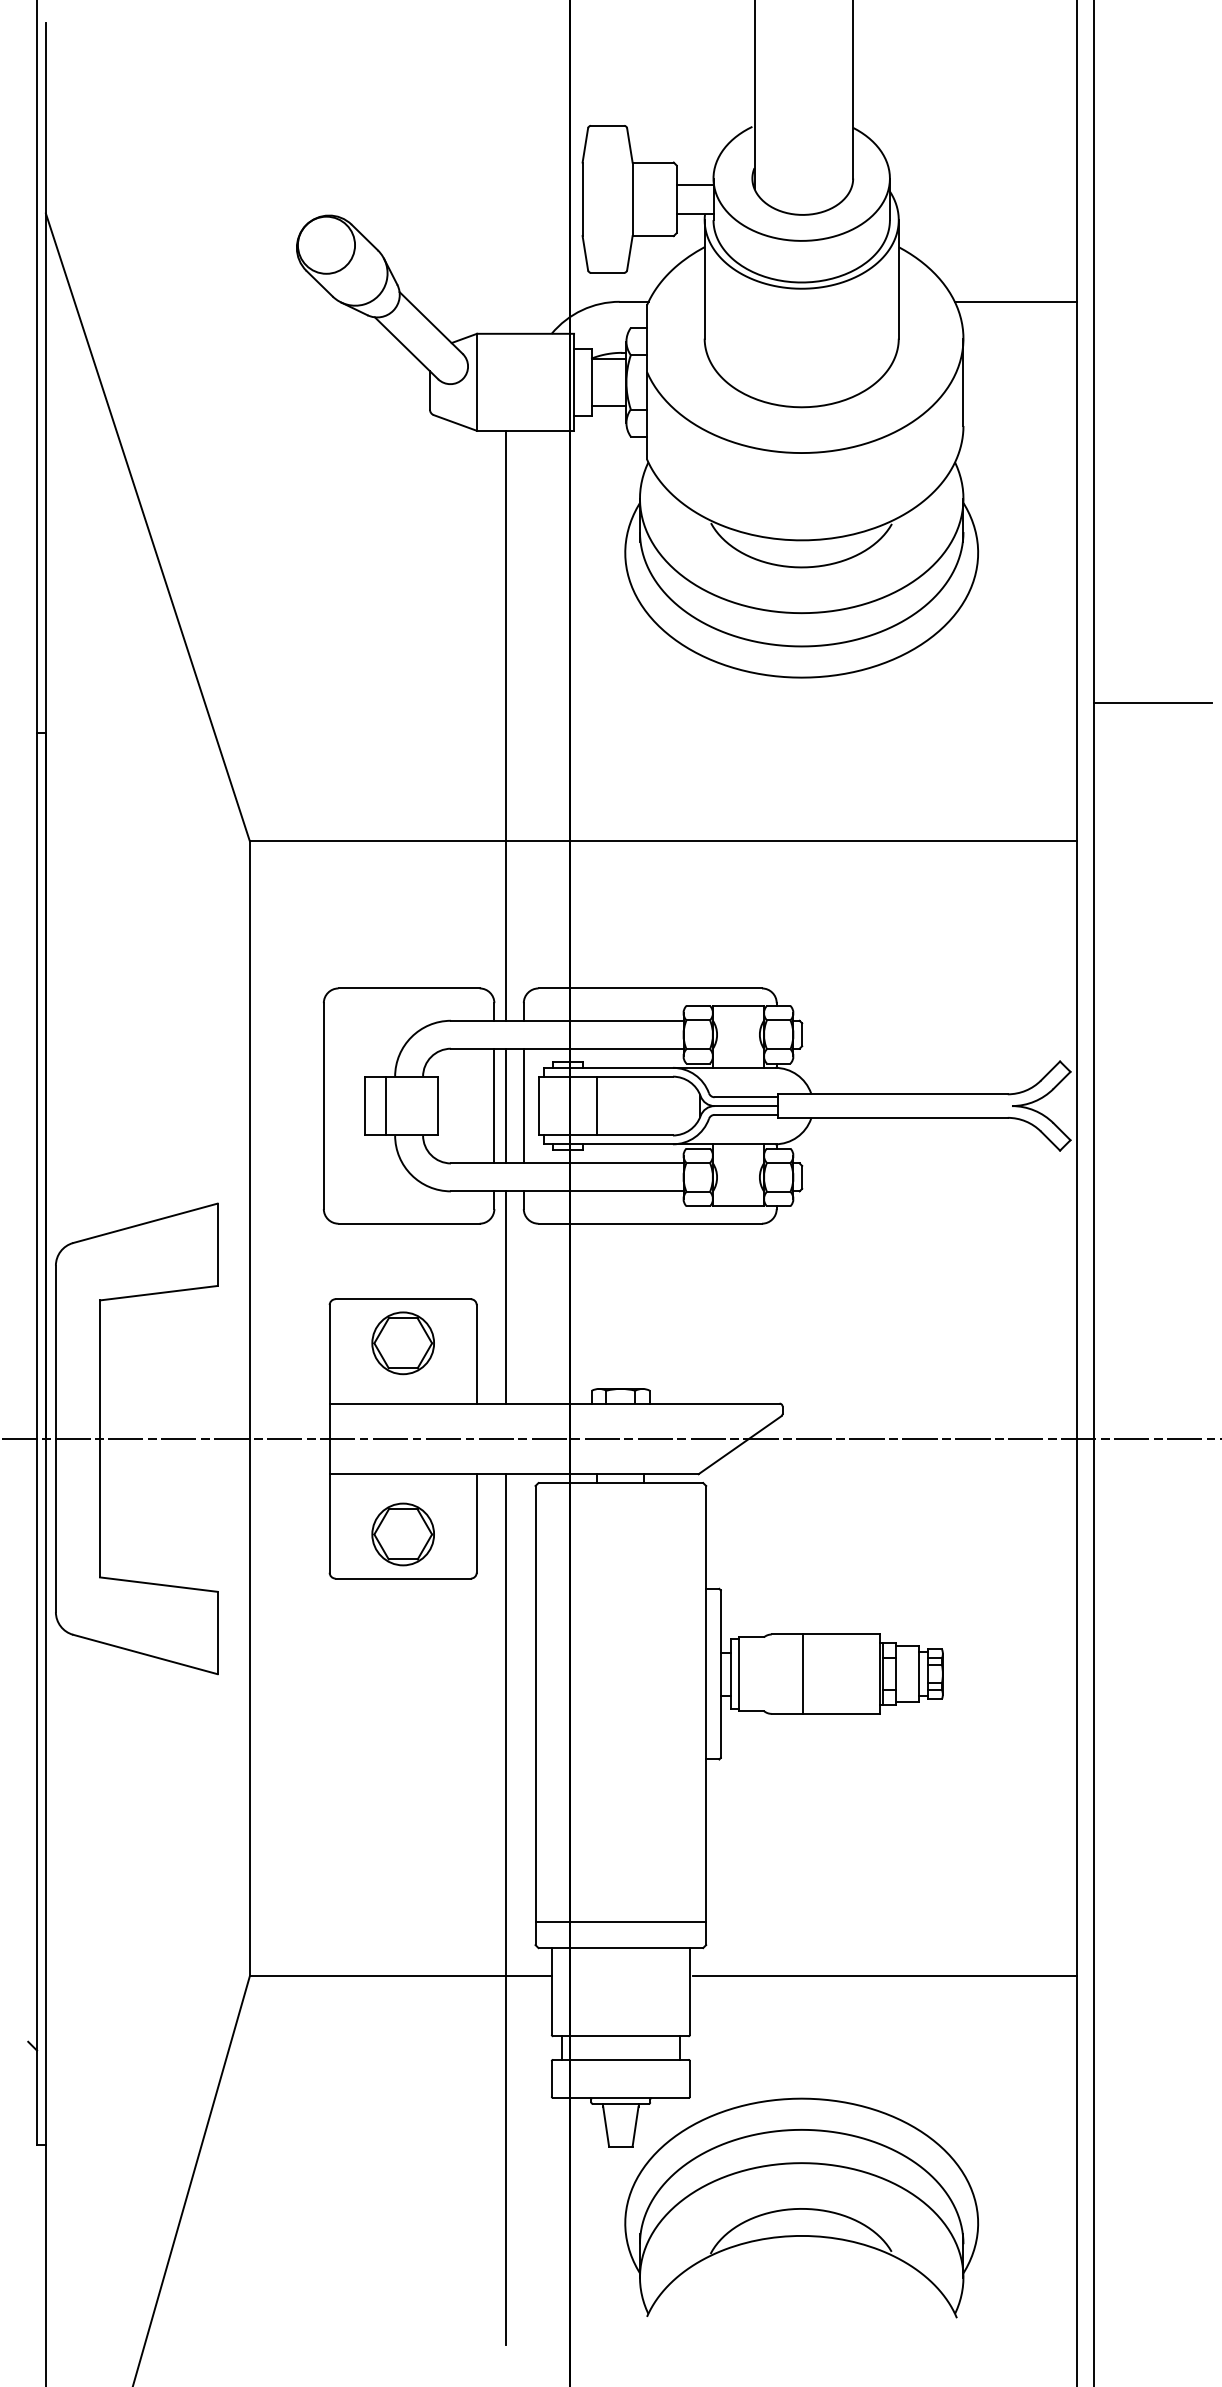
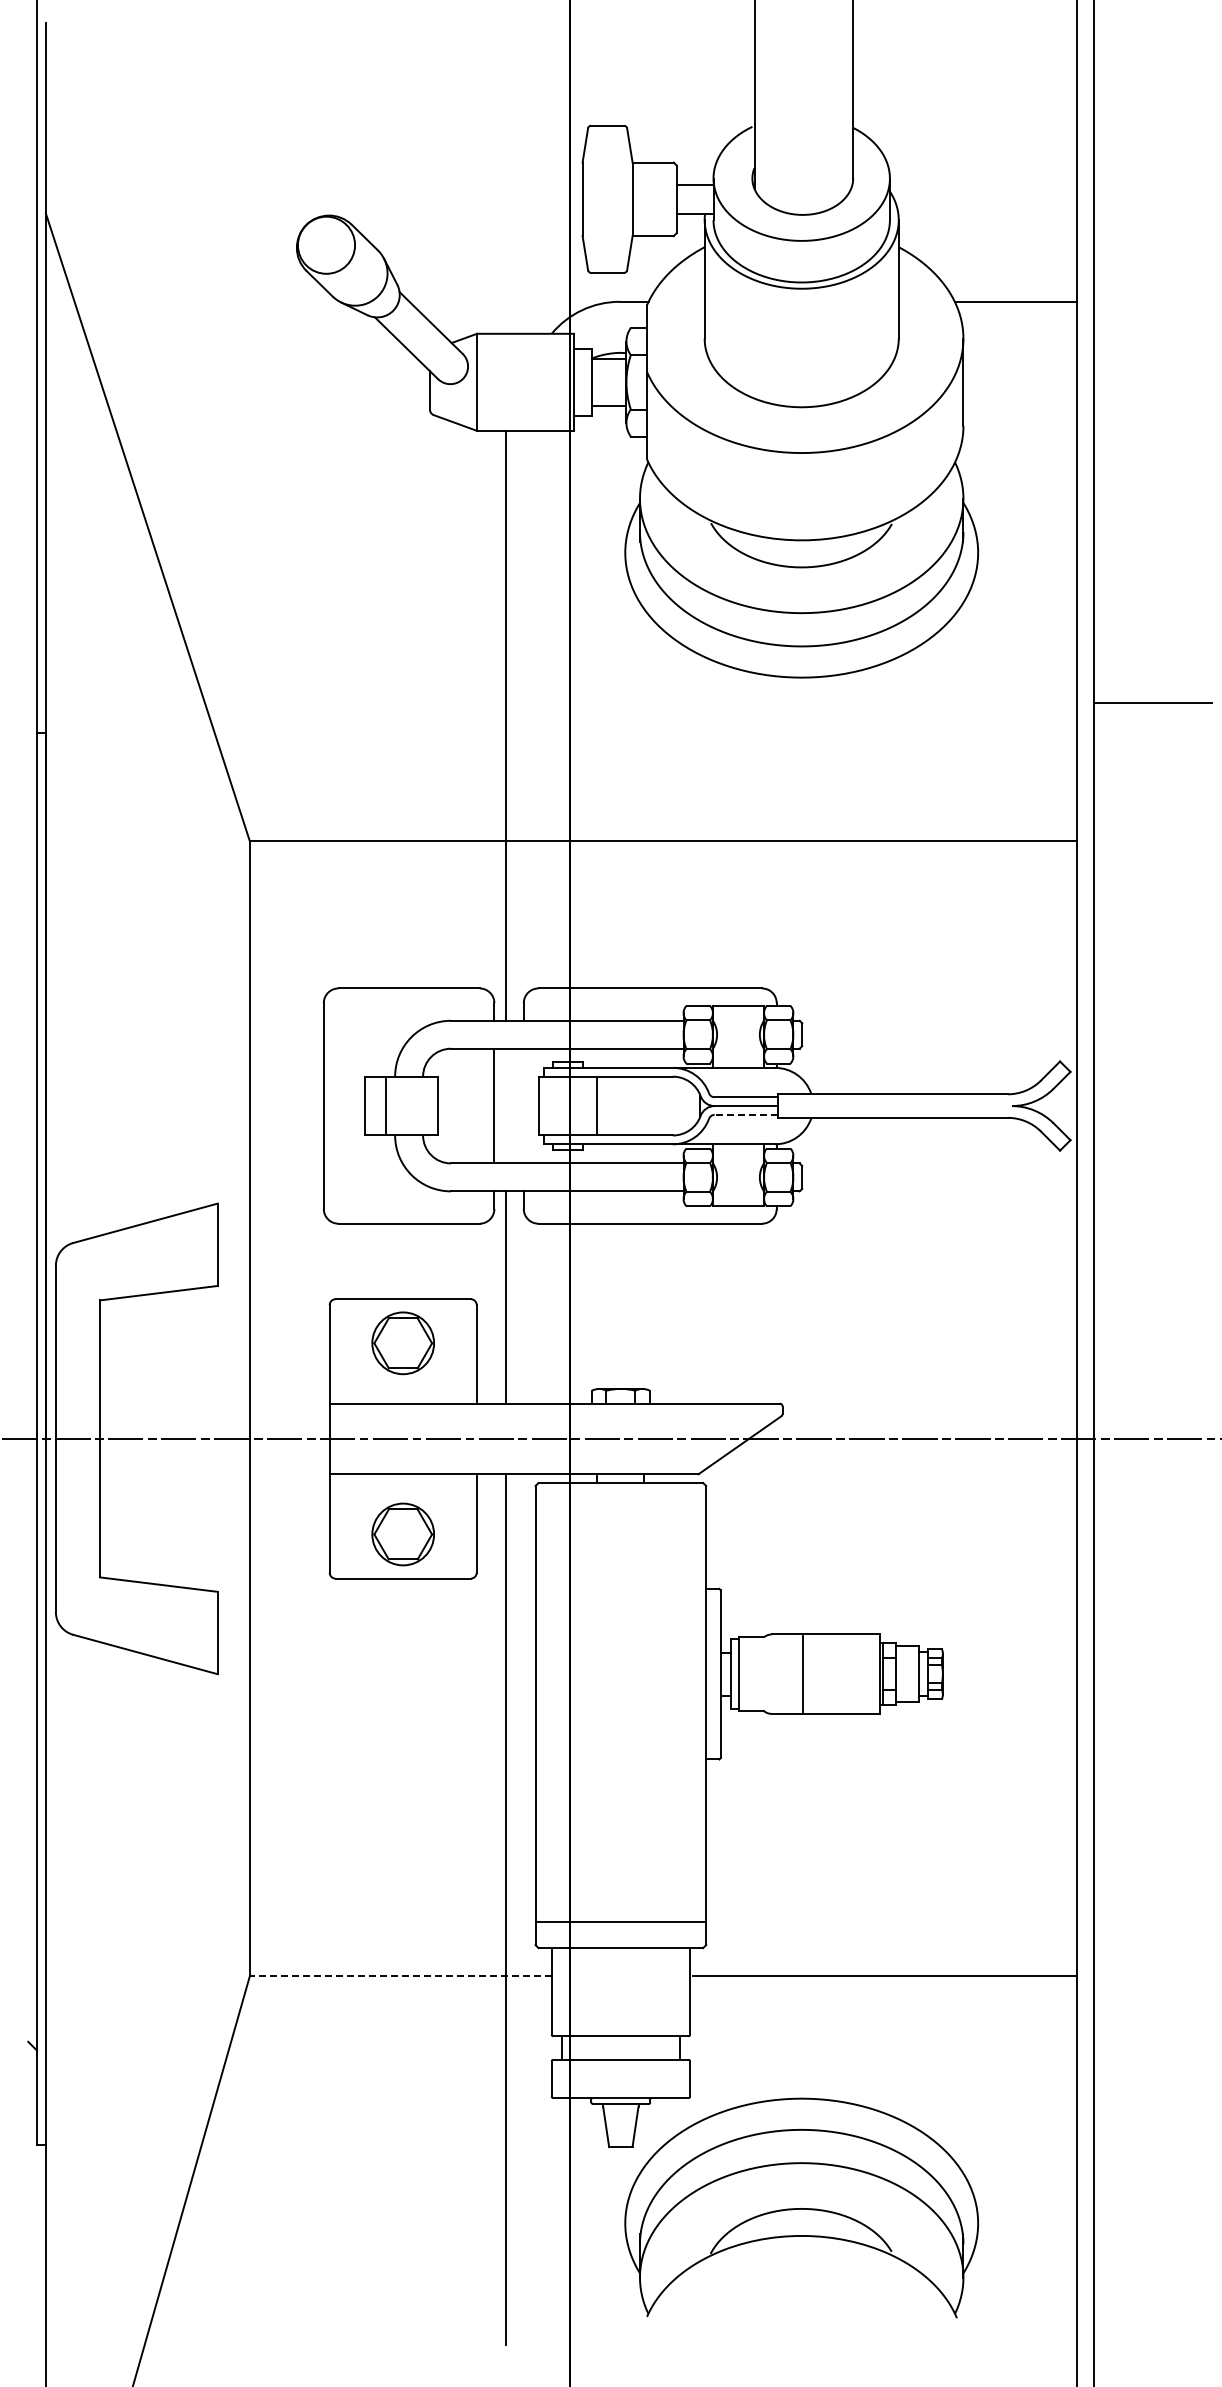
line at (506, 1105): present -> none
line at (523, 1105): present -> none
line at (745, 1114): solid -> dashed
line at (400, 1976): solid -> dashed
